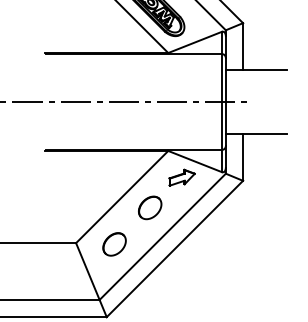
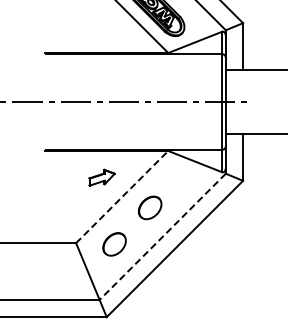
part at (181, 177) position: (181, 177) -> (101, 177)
line at (122, 196): solid -> dashed
line at (162, 237): solid -> dashed
